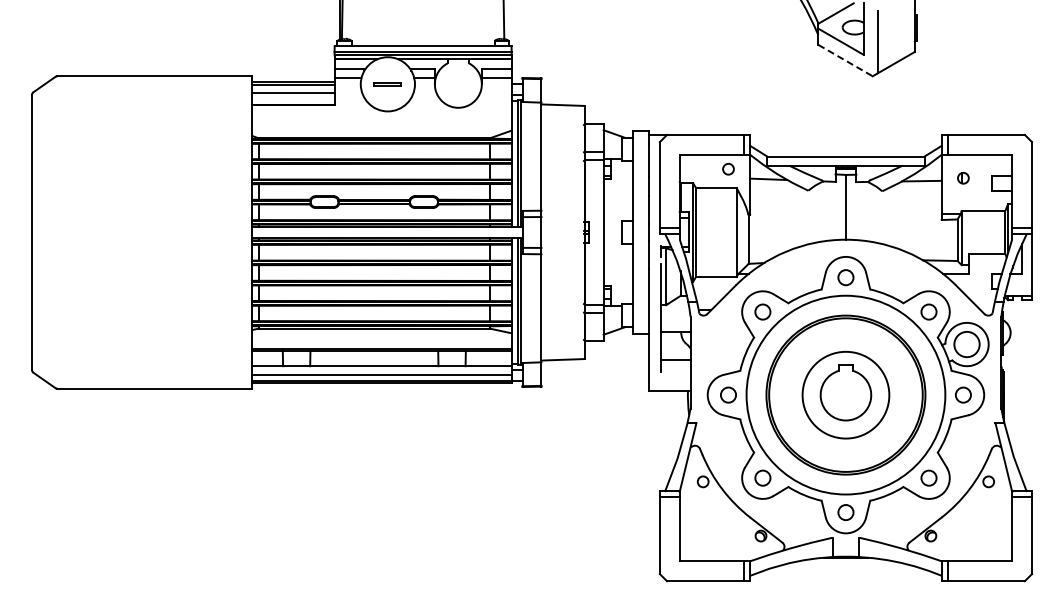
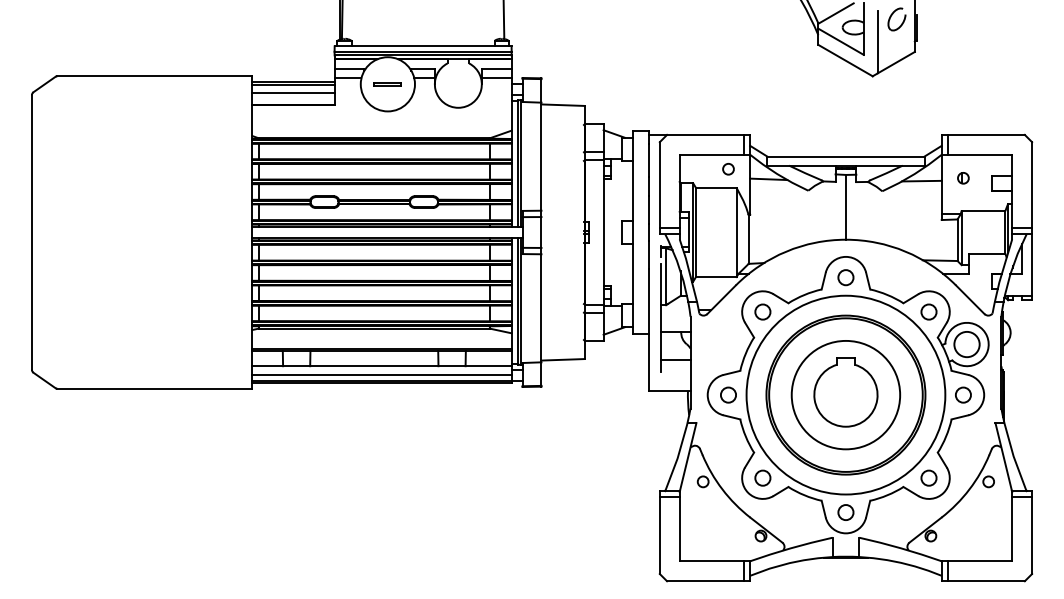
part at (896, 19): none -> present
line at (846, 60): dashed -> solid
part at (845, 394) size: 90x90 px -> 112x111 px
